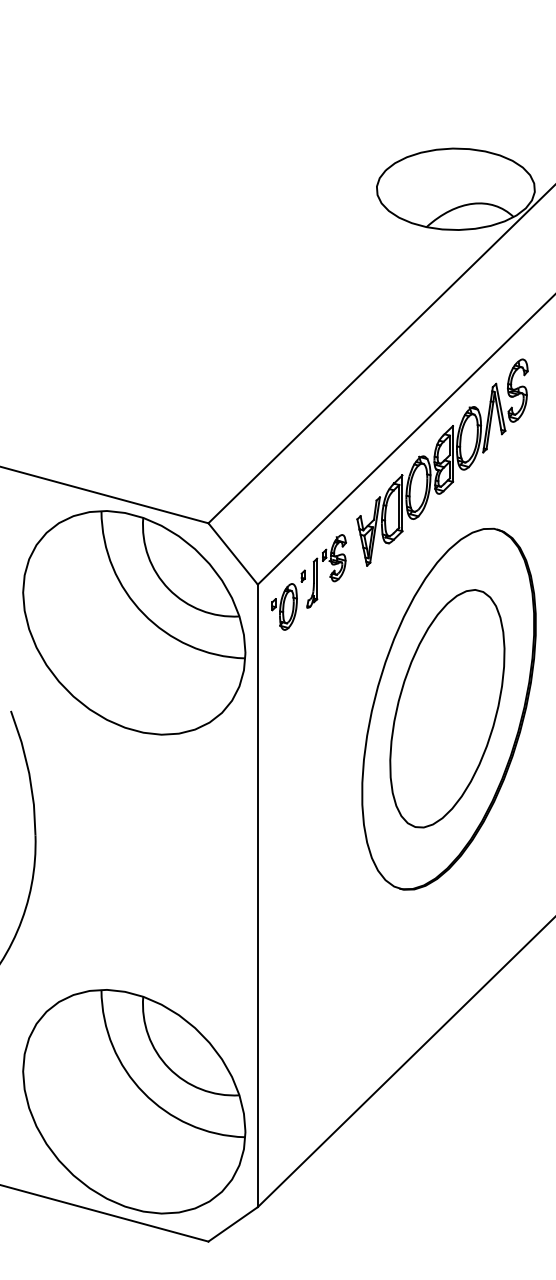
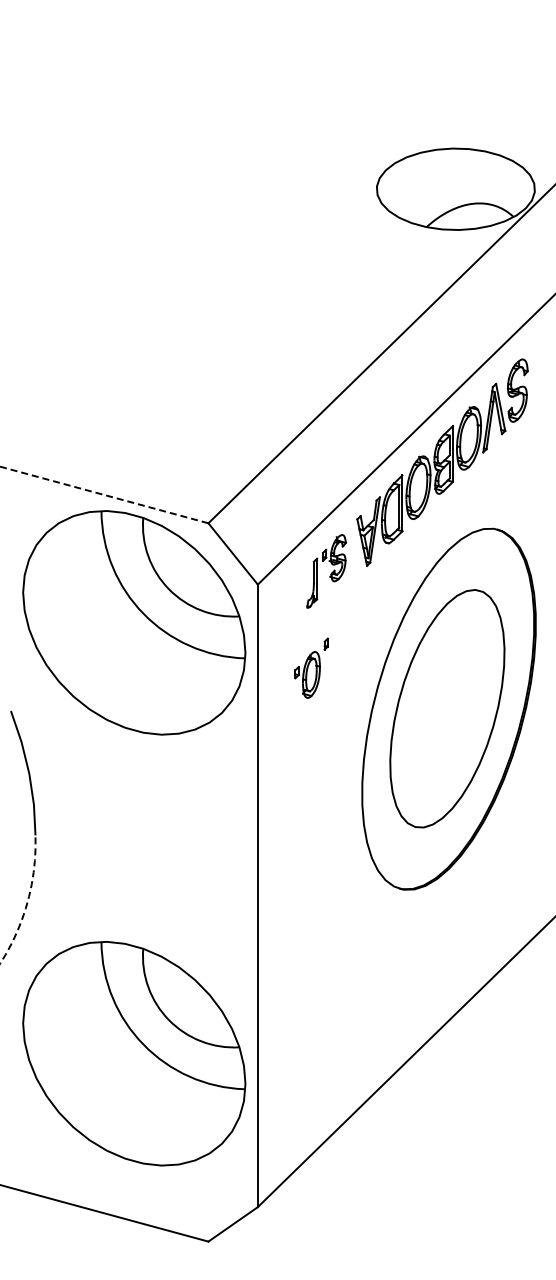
line at (104, 494): solid -> dashed
part at (288, 599) position: (288, 599) -> (311, 667)
arc at (27, 903): solid -> dashed
part at (134, 1101) position: (134, 1101) -> (134, 1053)
